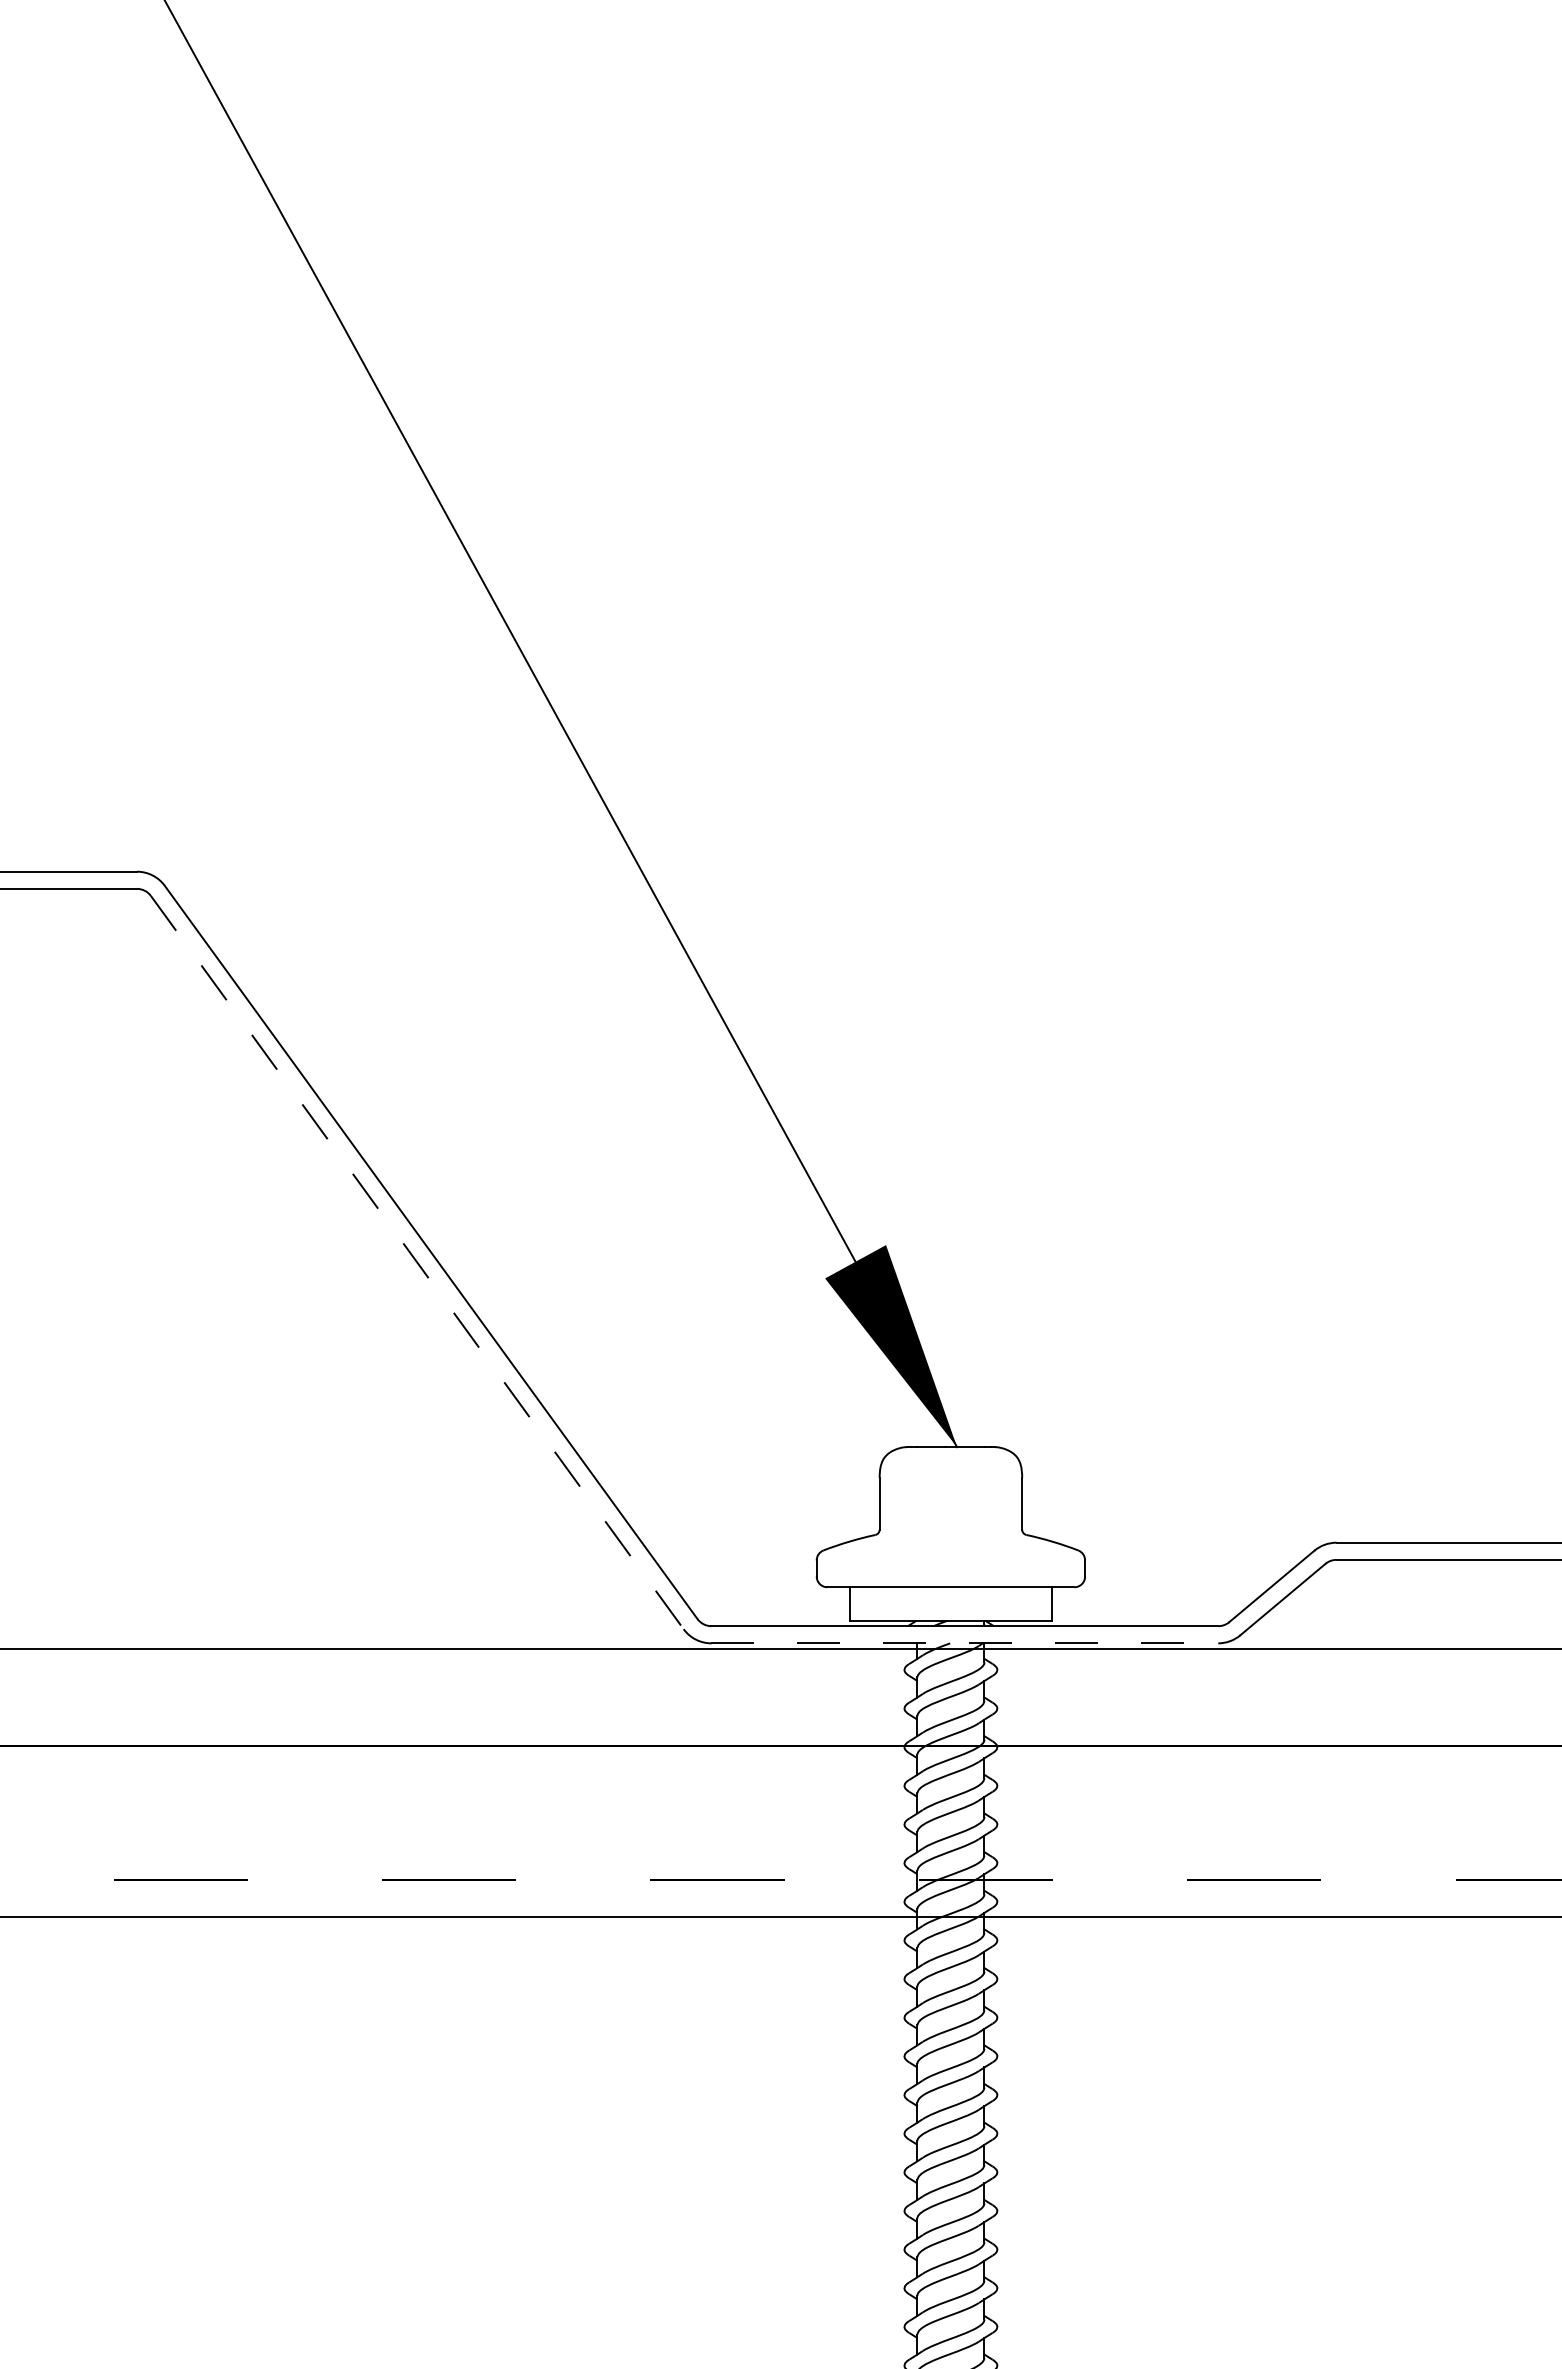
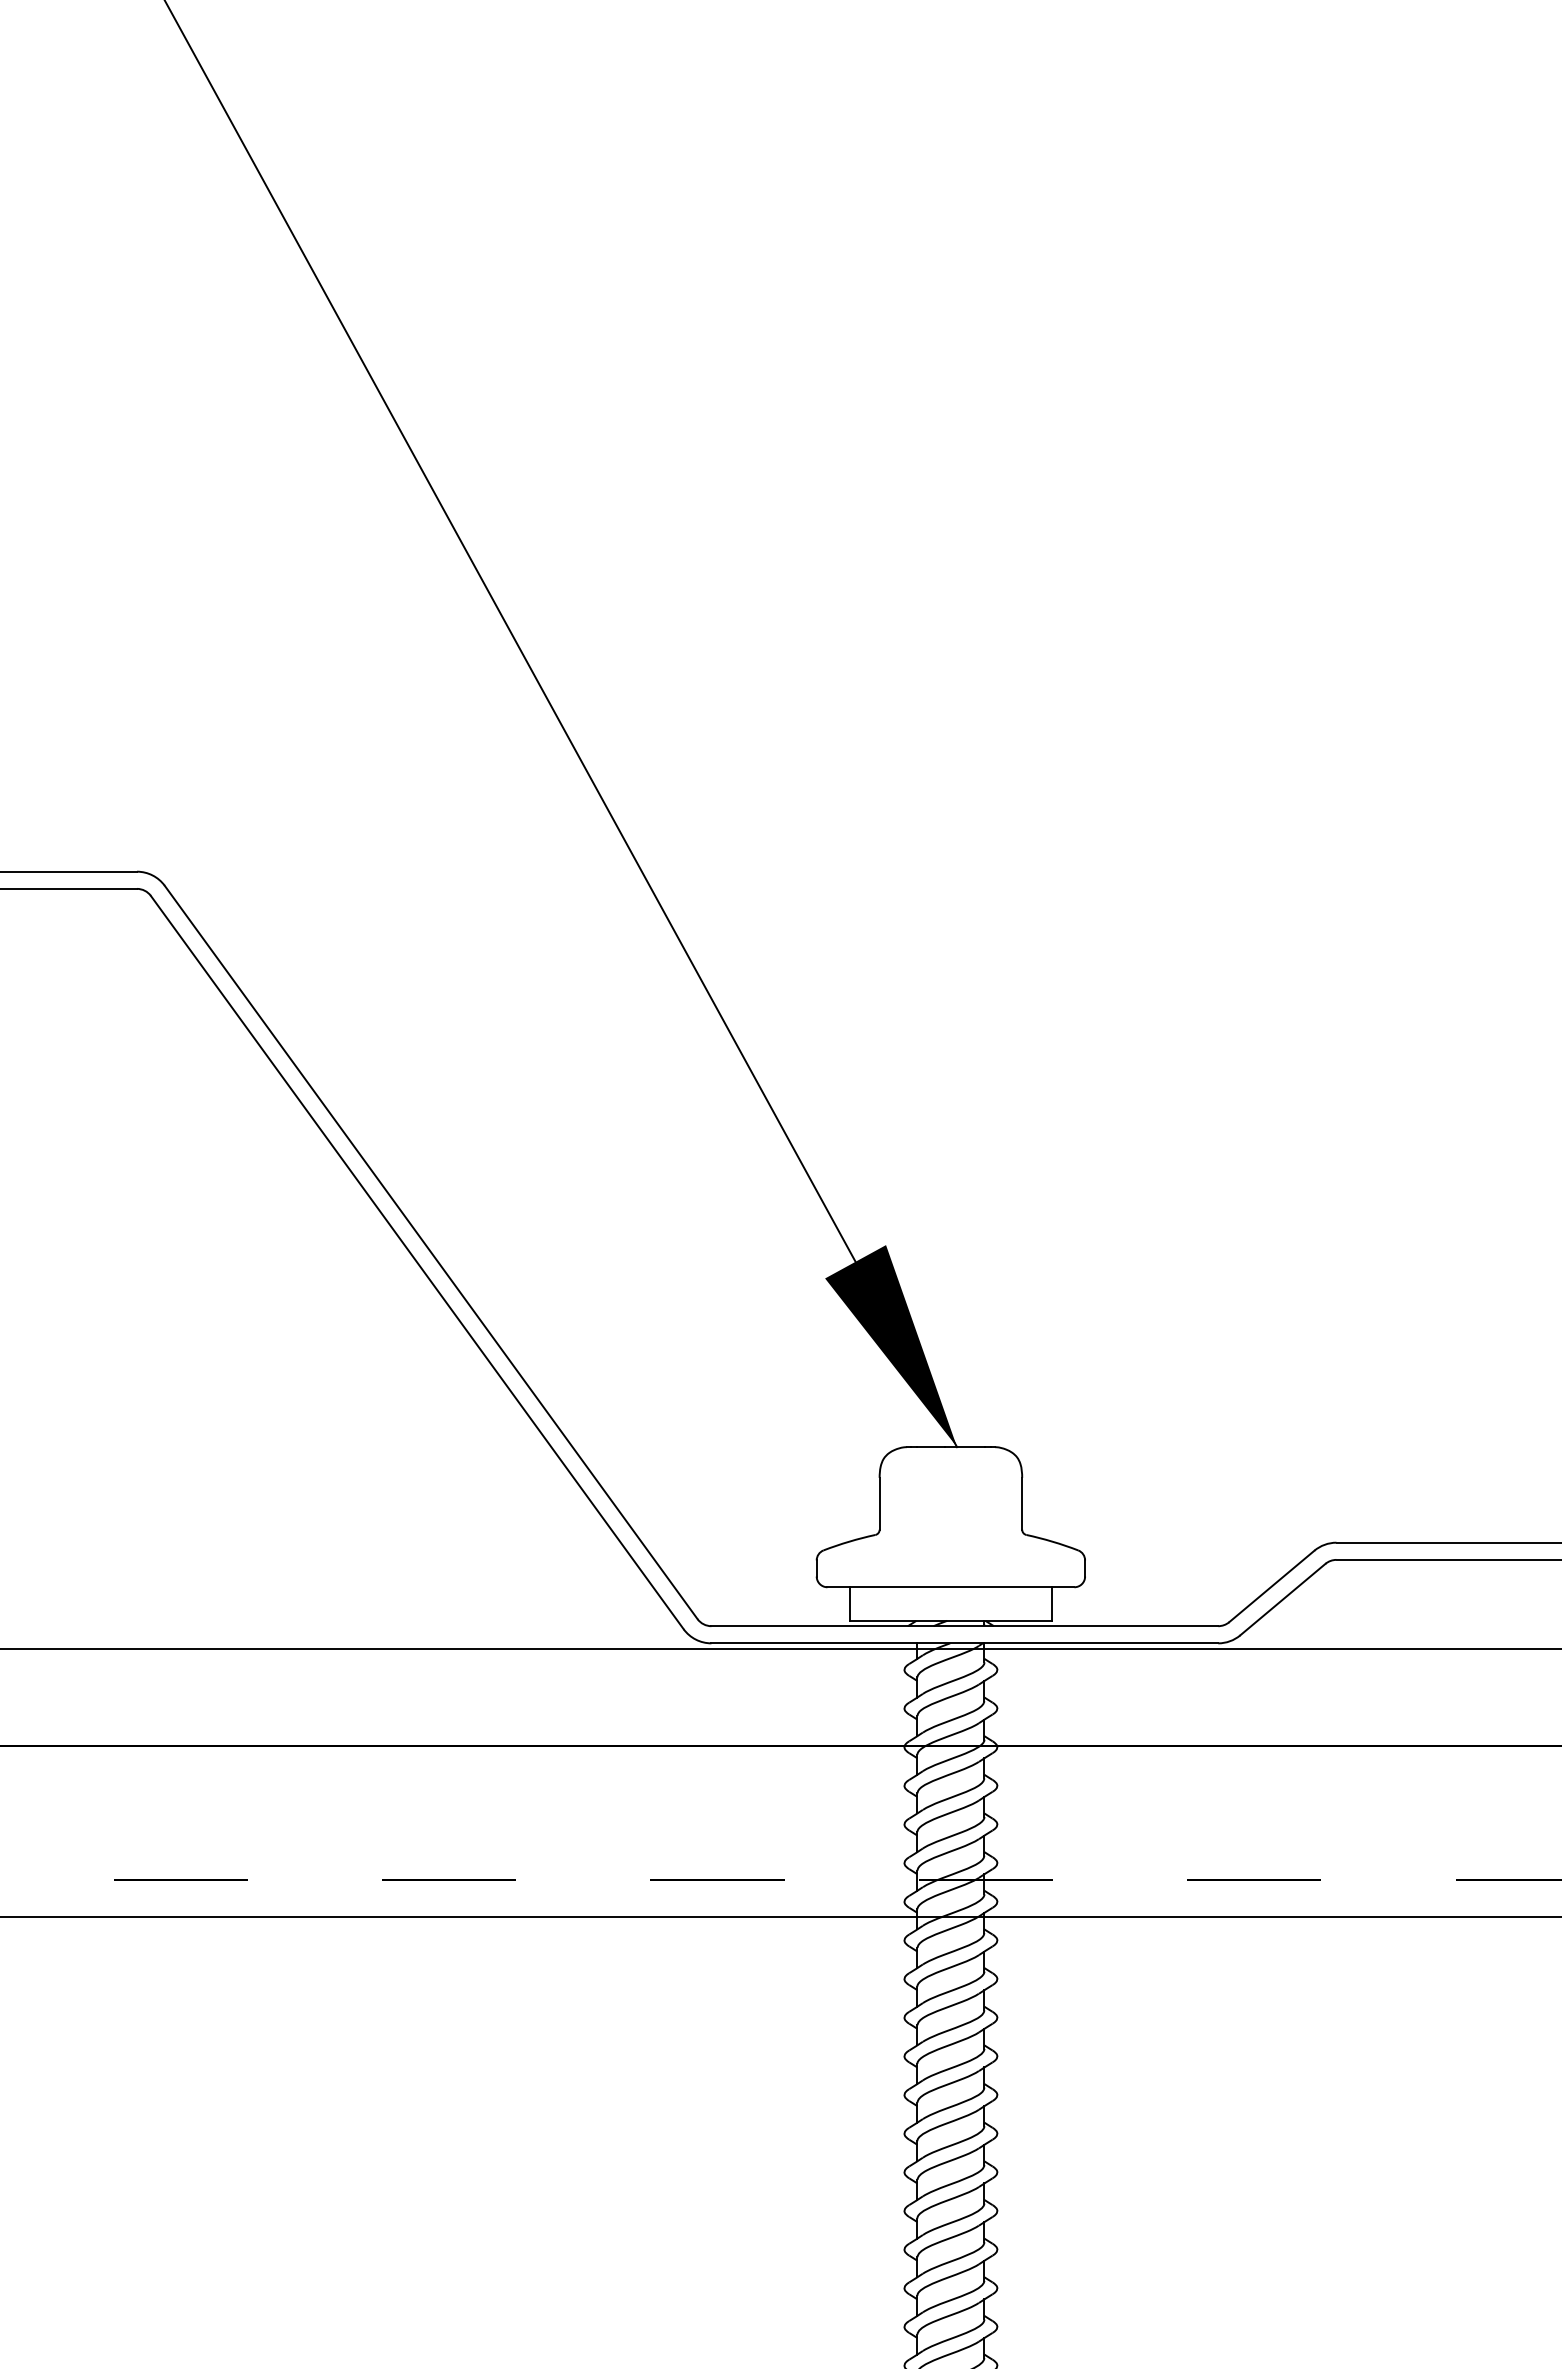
line at (417, 1262): dashed -> solid
line at (965, 1643): dashed -> solid
